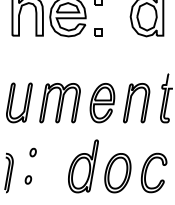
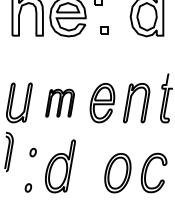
part at (98, 32) position: (98, 32) -> (104, 30)
part at (59, 103) size: 42x41 px -> 30x30 px
part at (83, 166) position: (83, 166) -> (60, 166)
part at (8, 172) position: (8, 172) -> (8, 151)
part at (28, 179) position: (28, 179) -> (28, 187)
